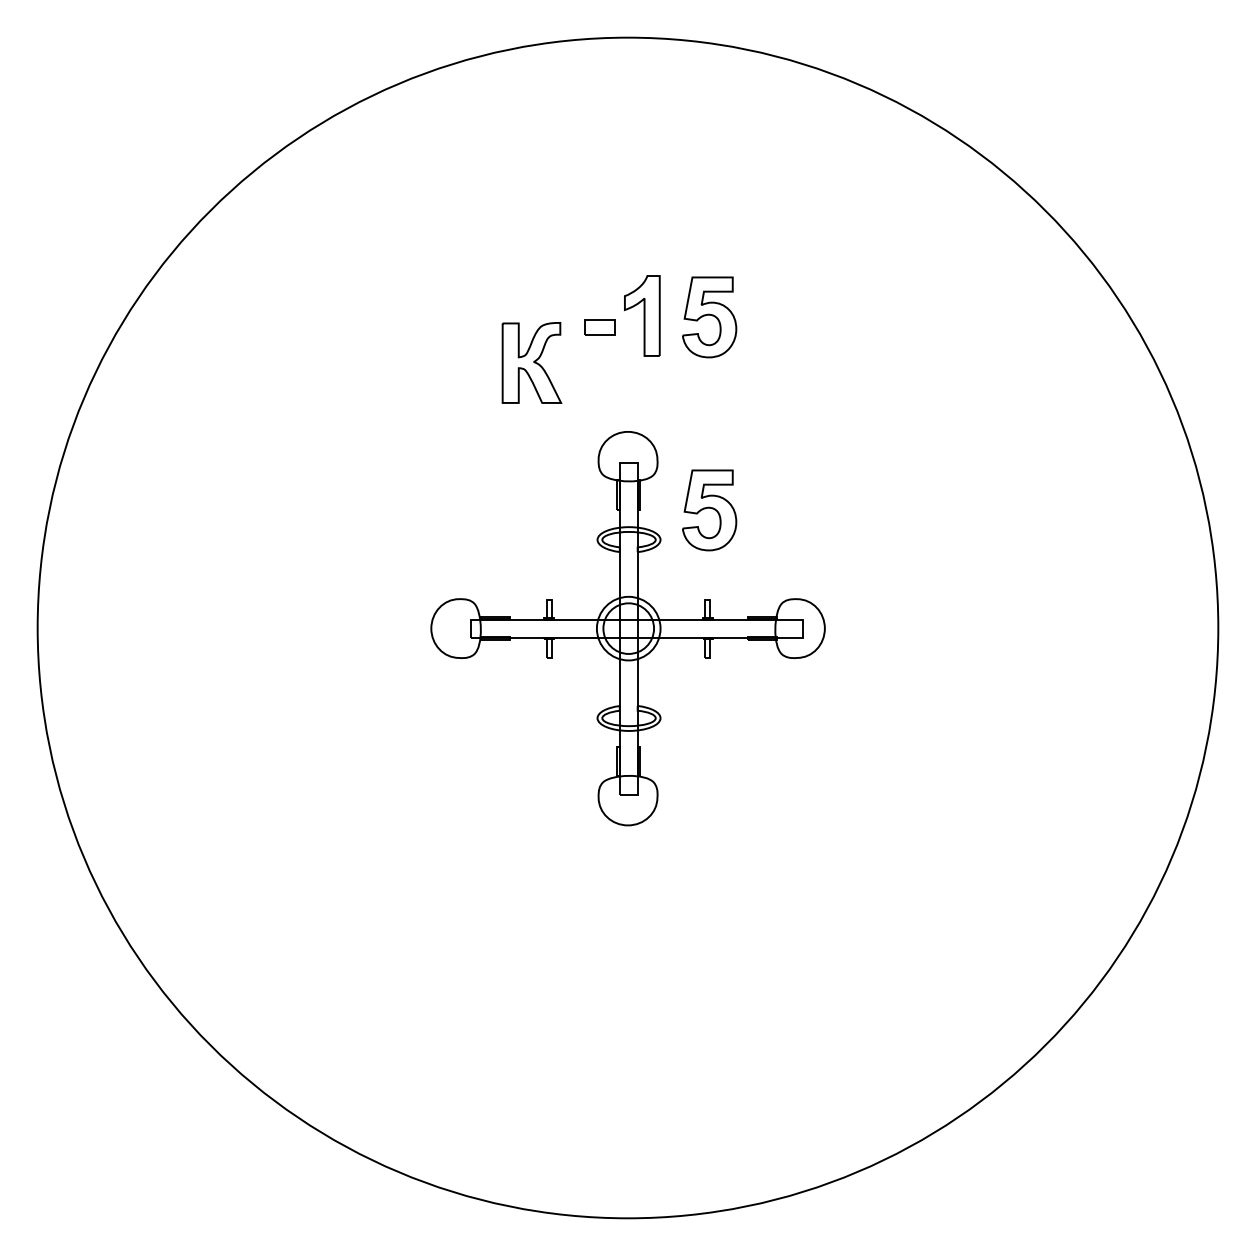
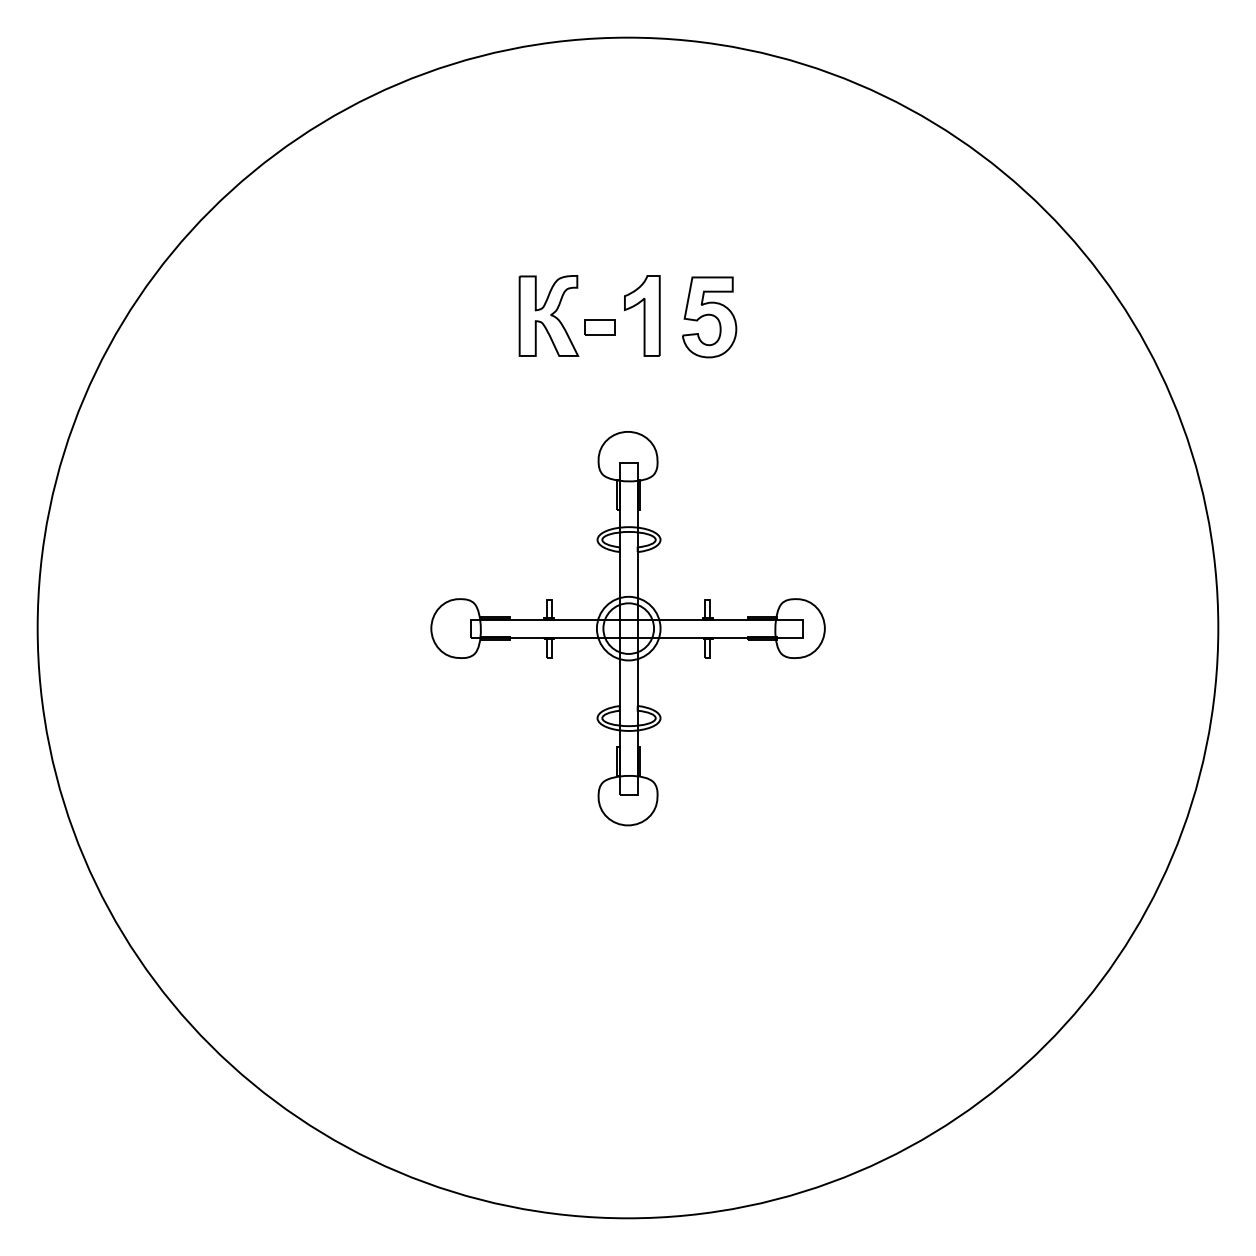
part at (531, 362) position: (531, 362) -> (548, 315)
part at (709, 510): present -> none
